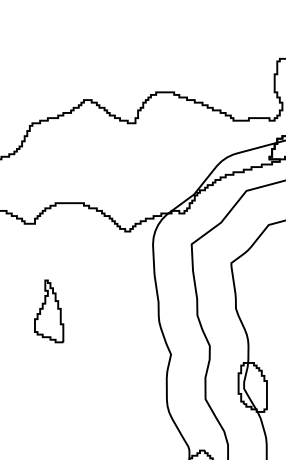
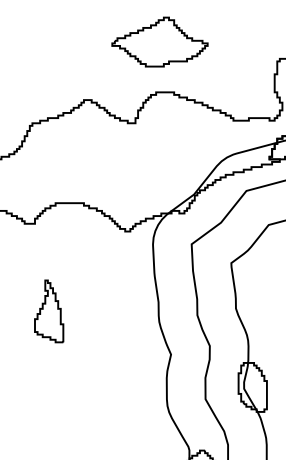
part at (159, 41): none -> present
